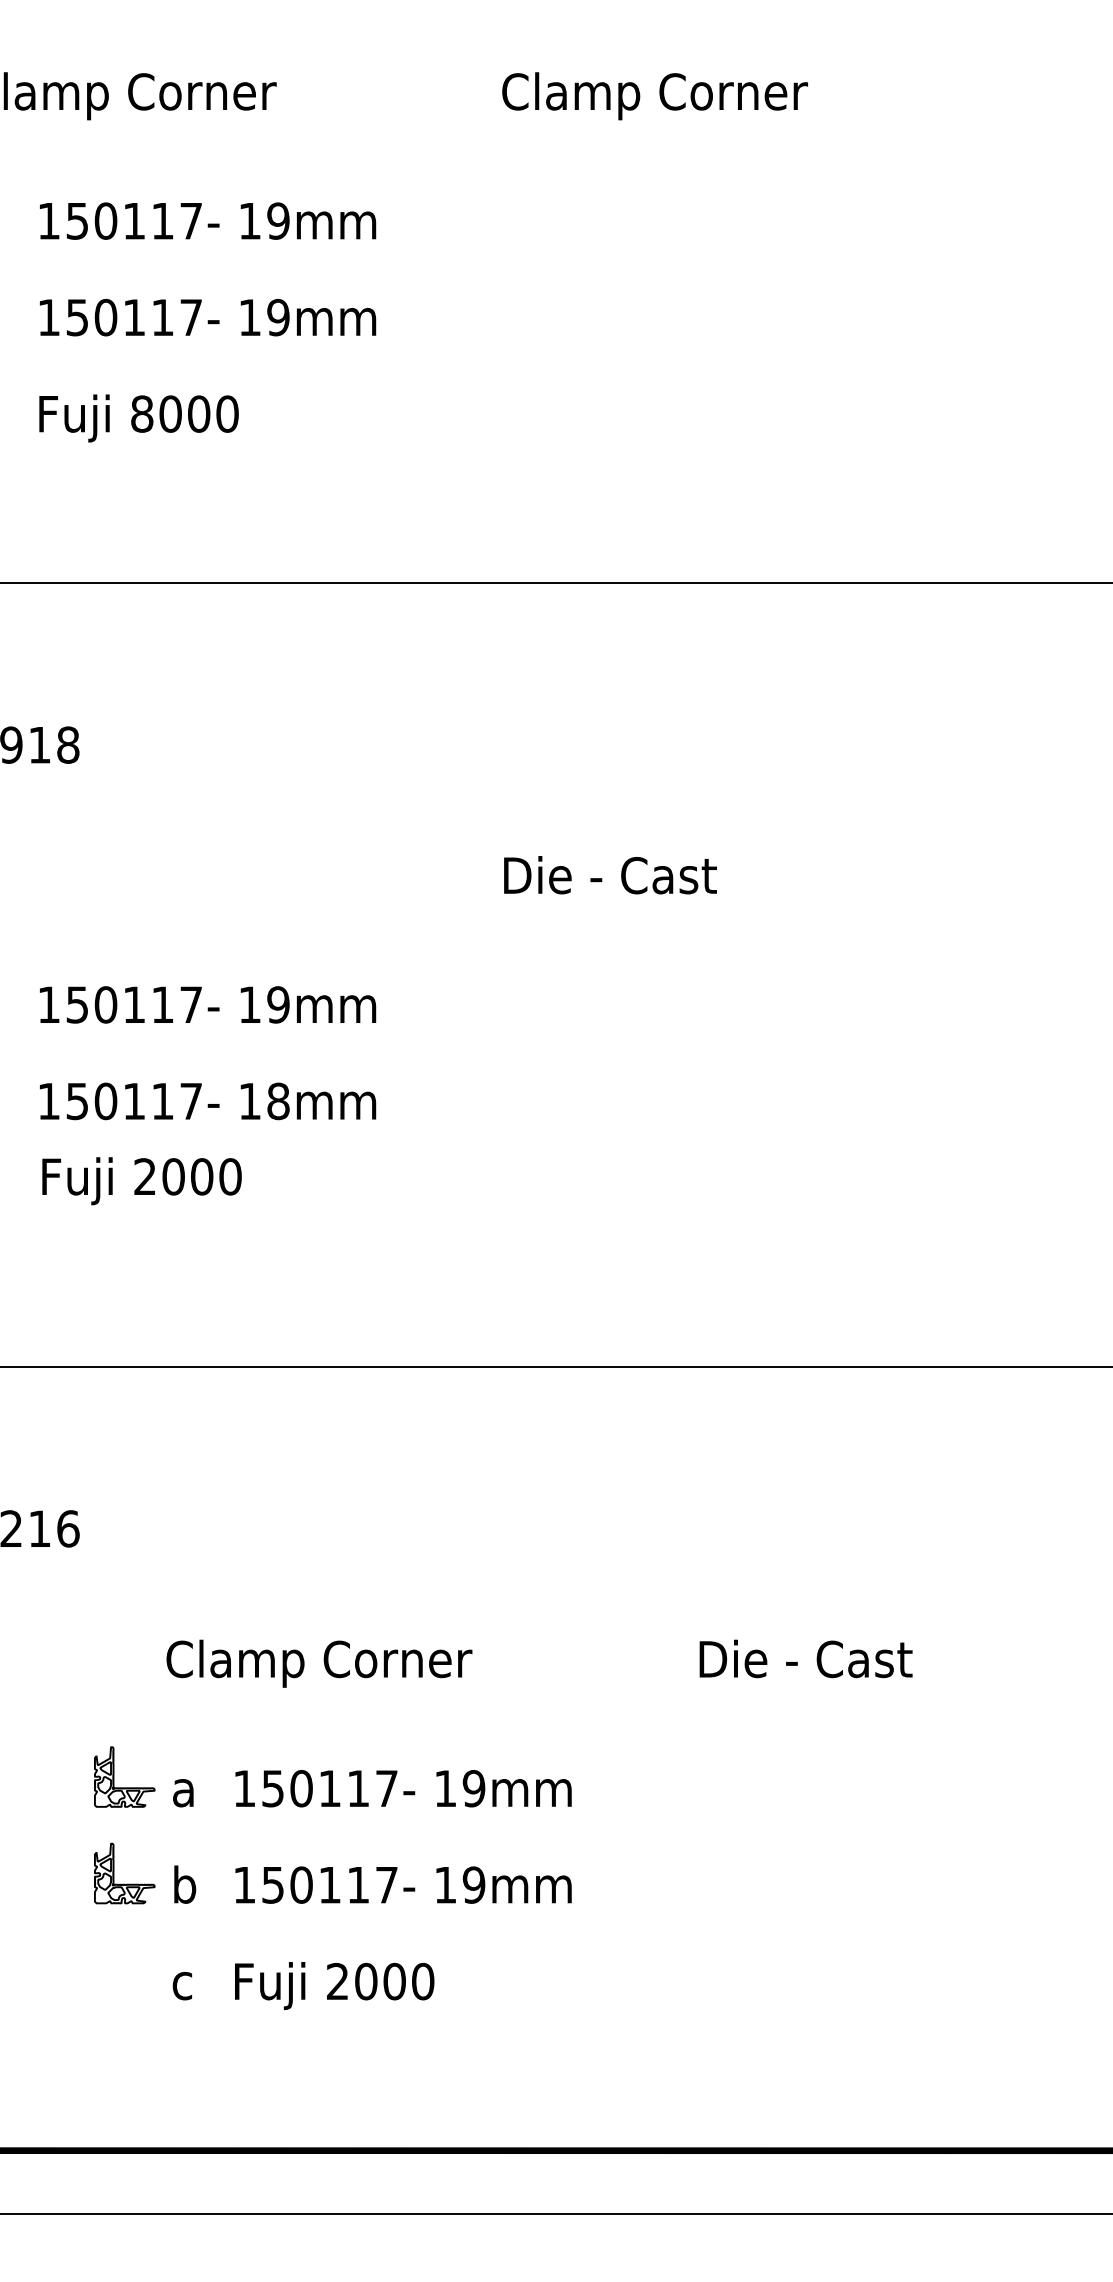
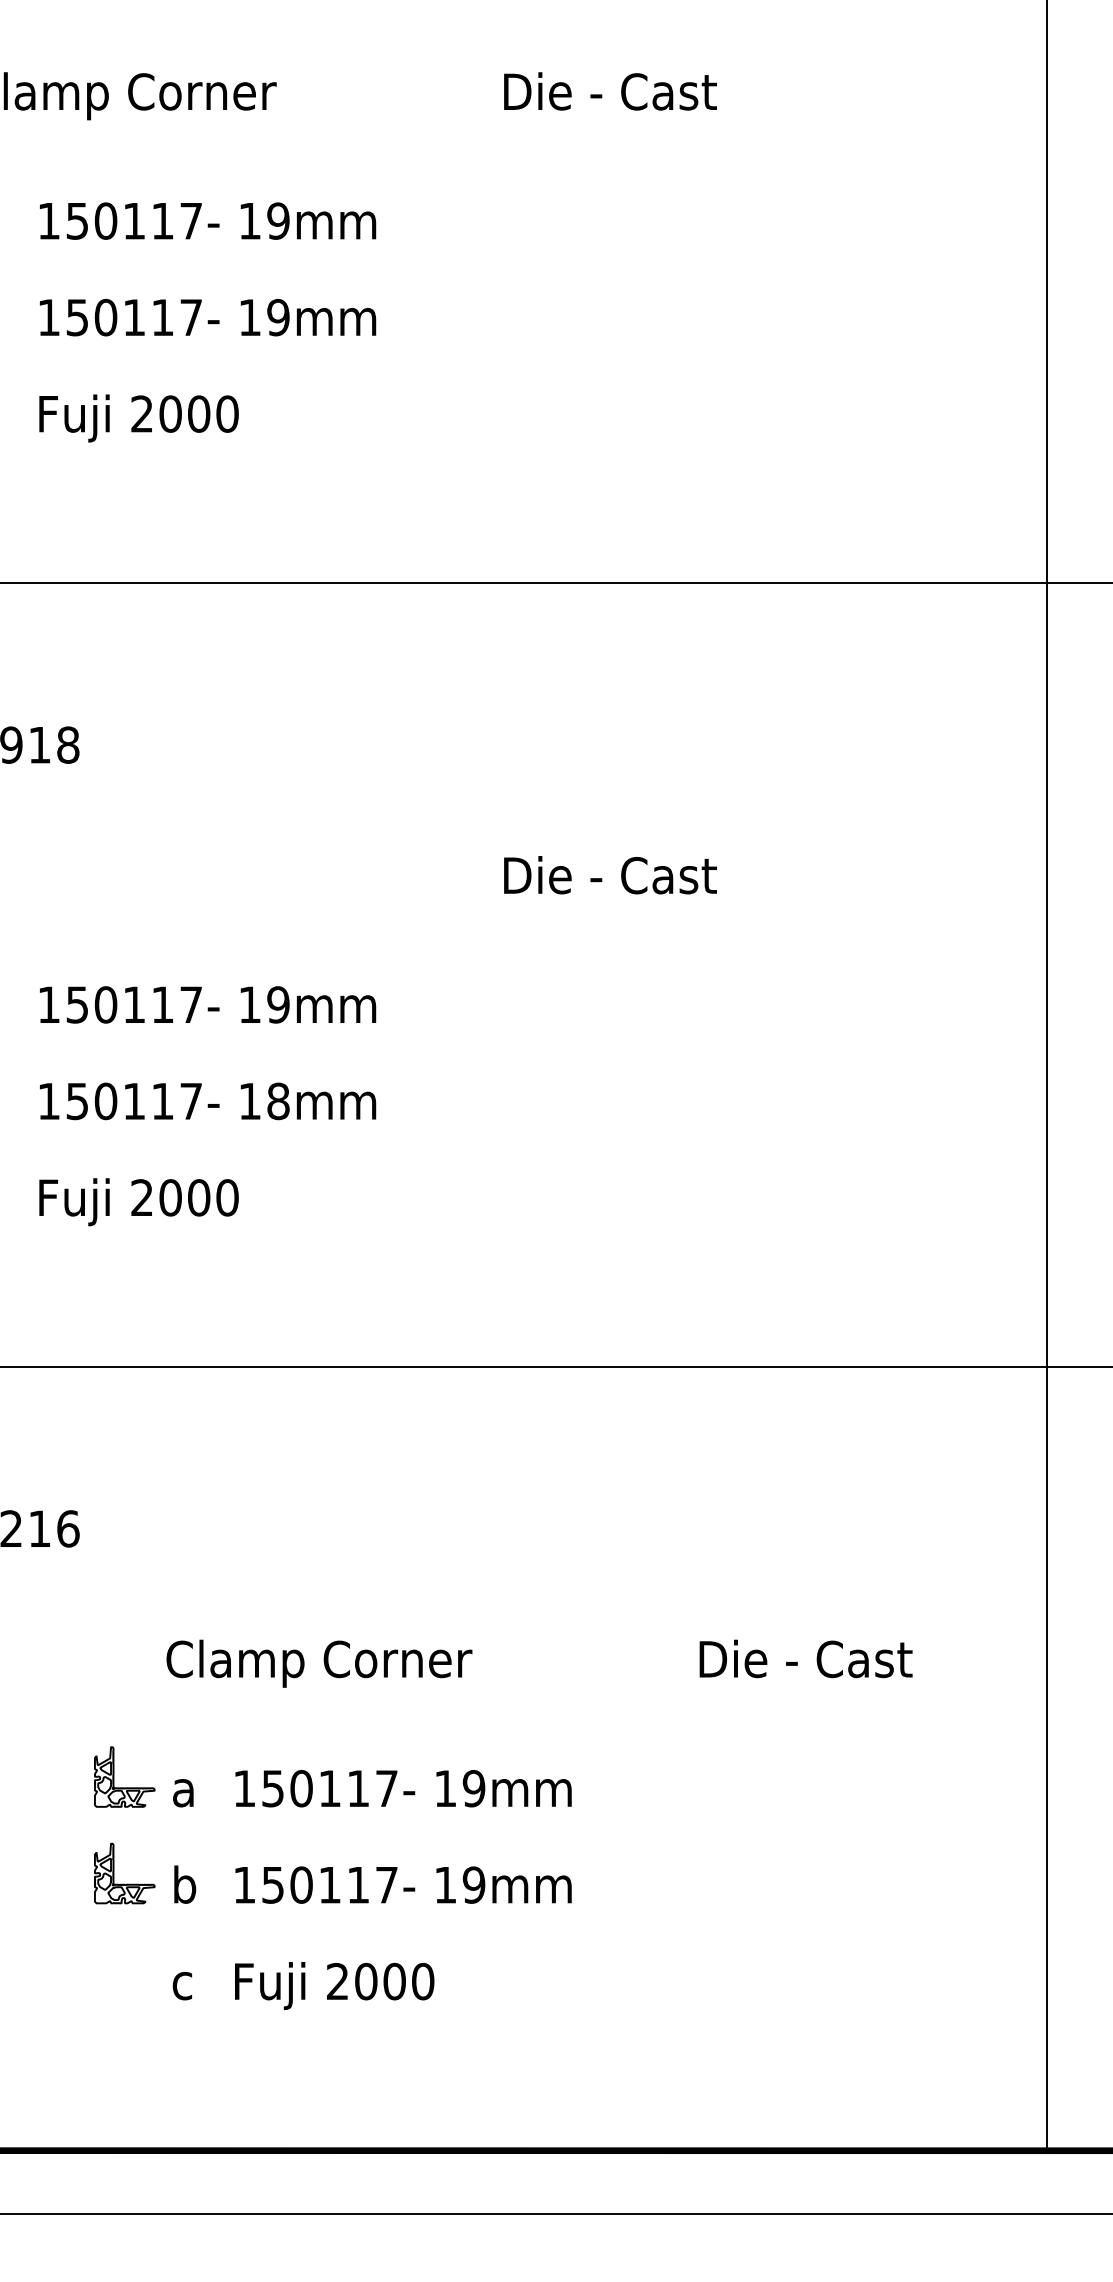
text at (655, 96): Clamp Corner -> Die - Cast
text at (142, 413): 8000 -> 2000
line at (1047, 1076): none -> present
text at (141, 1181) position: (141, 1181) -> (138, 1202)
